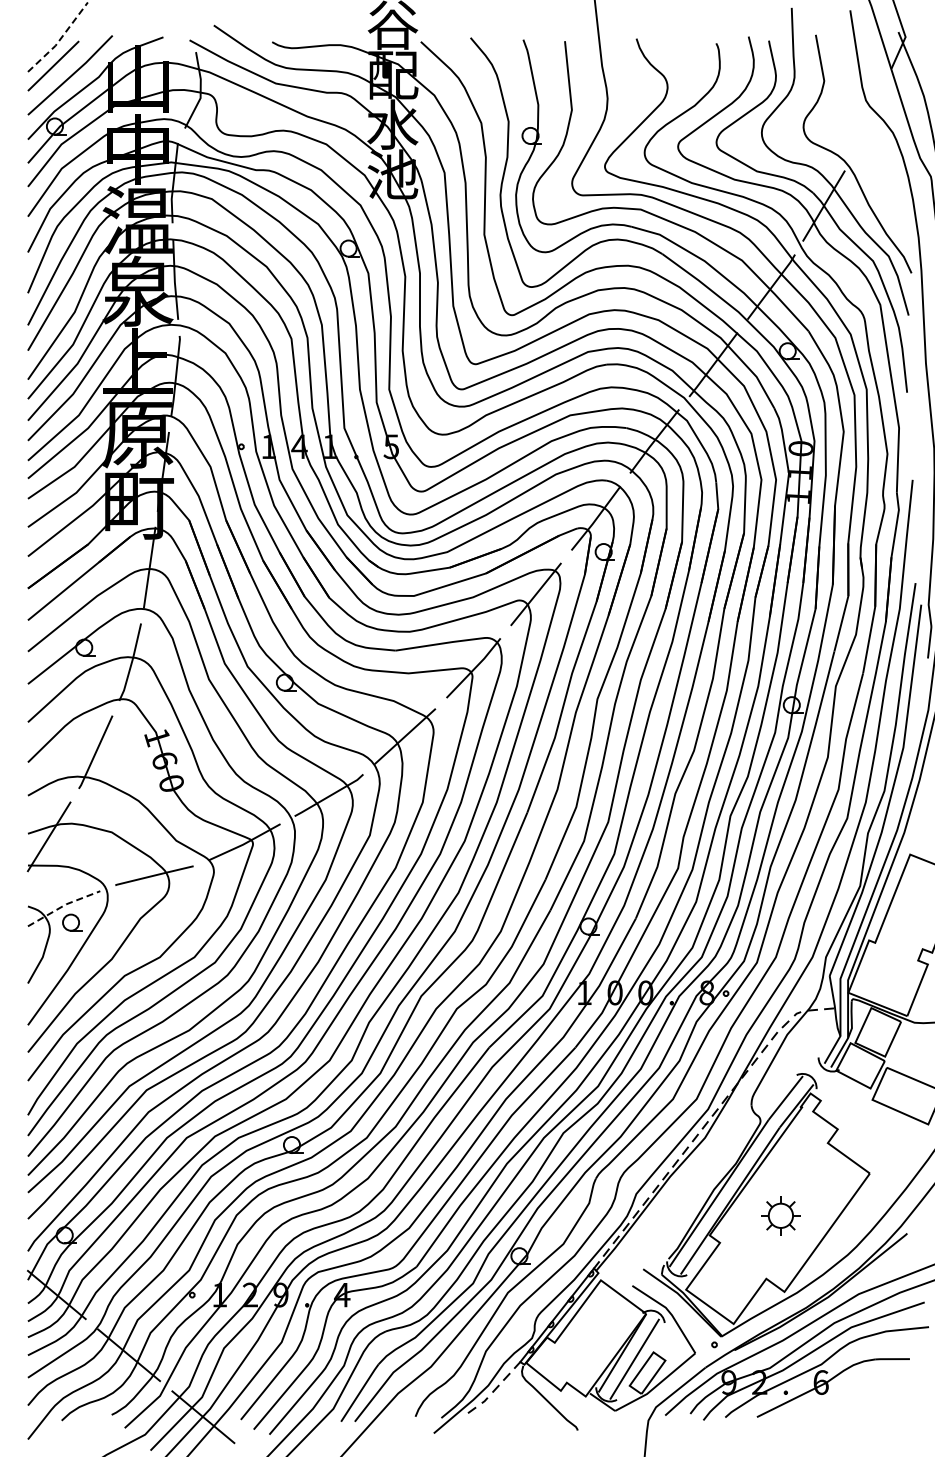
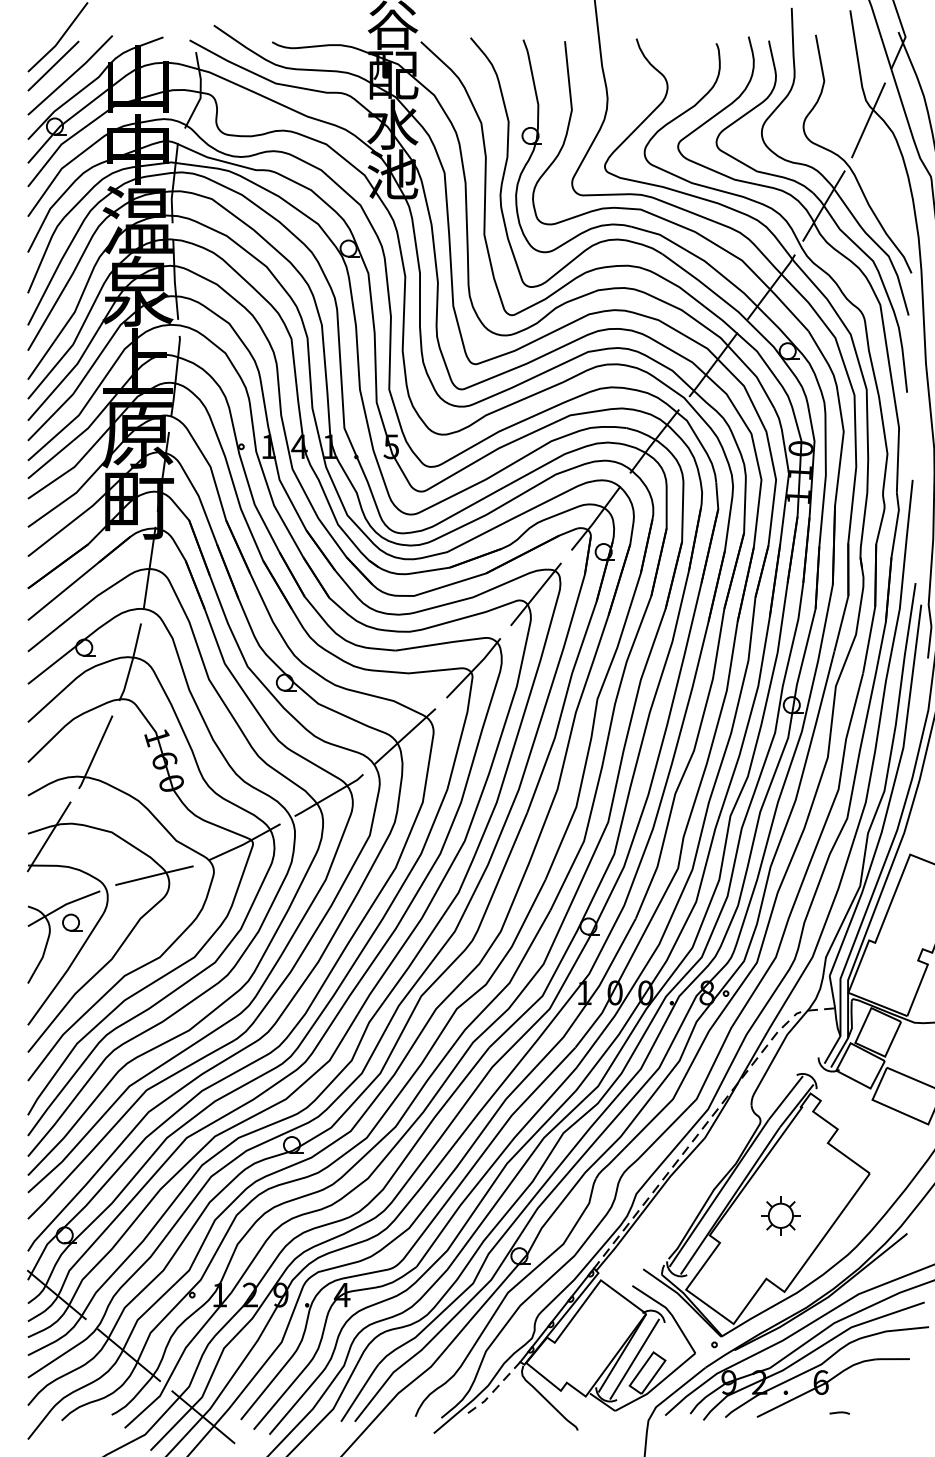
line at (60, 39): dashed -> solid
line at (868, 120): none -> present
line at (63, 905): dashed -> solid
line at (839, 1412): none -> present
